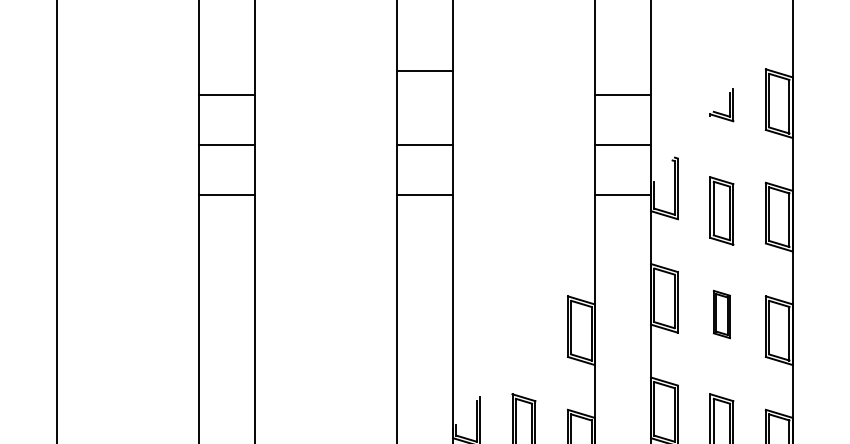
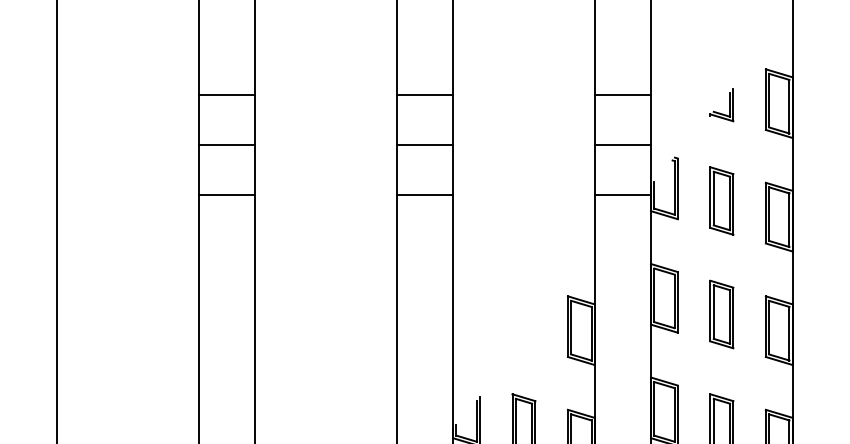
line at (424, 71) position: (424, 71) -> (424, 95)
part at (721, 210) position: (721, 210) -> (721, 200)
part at (721, 314) size: 19x51 px -> 26x71 px
